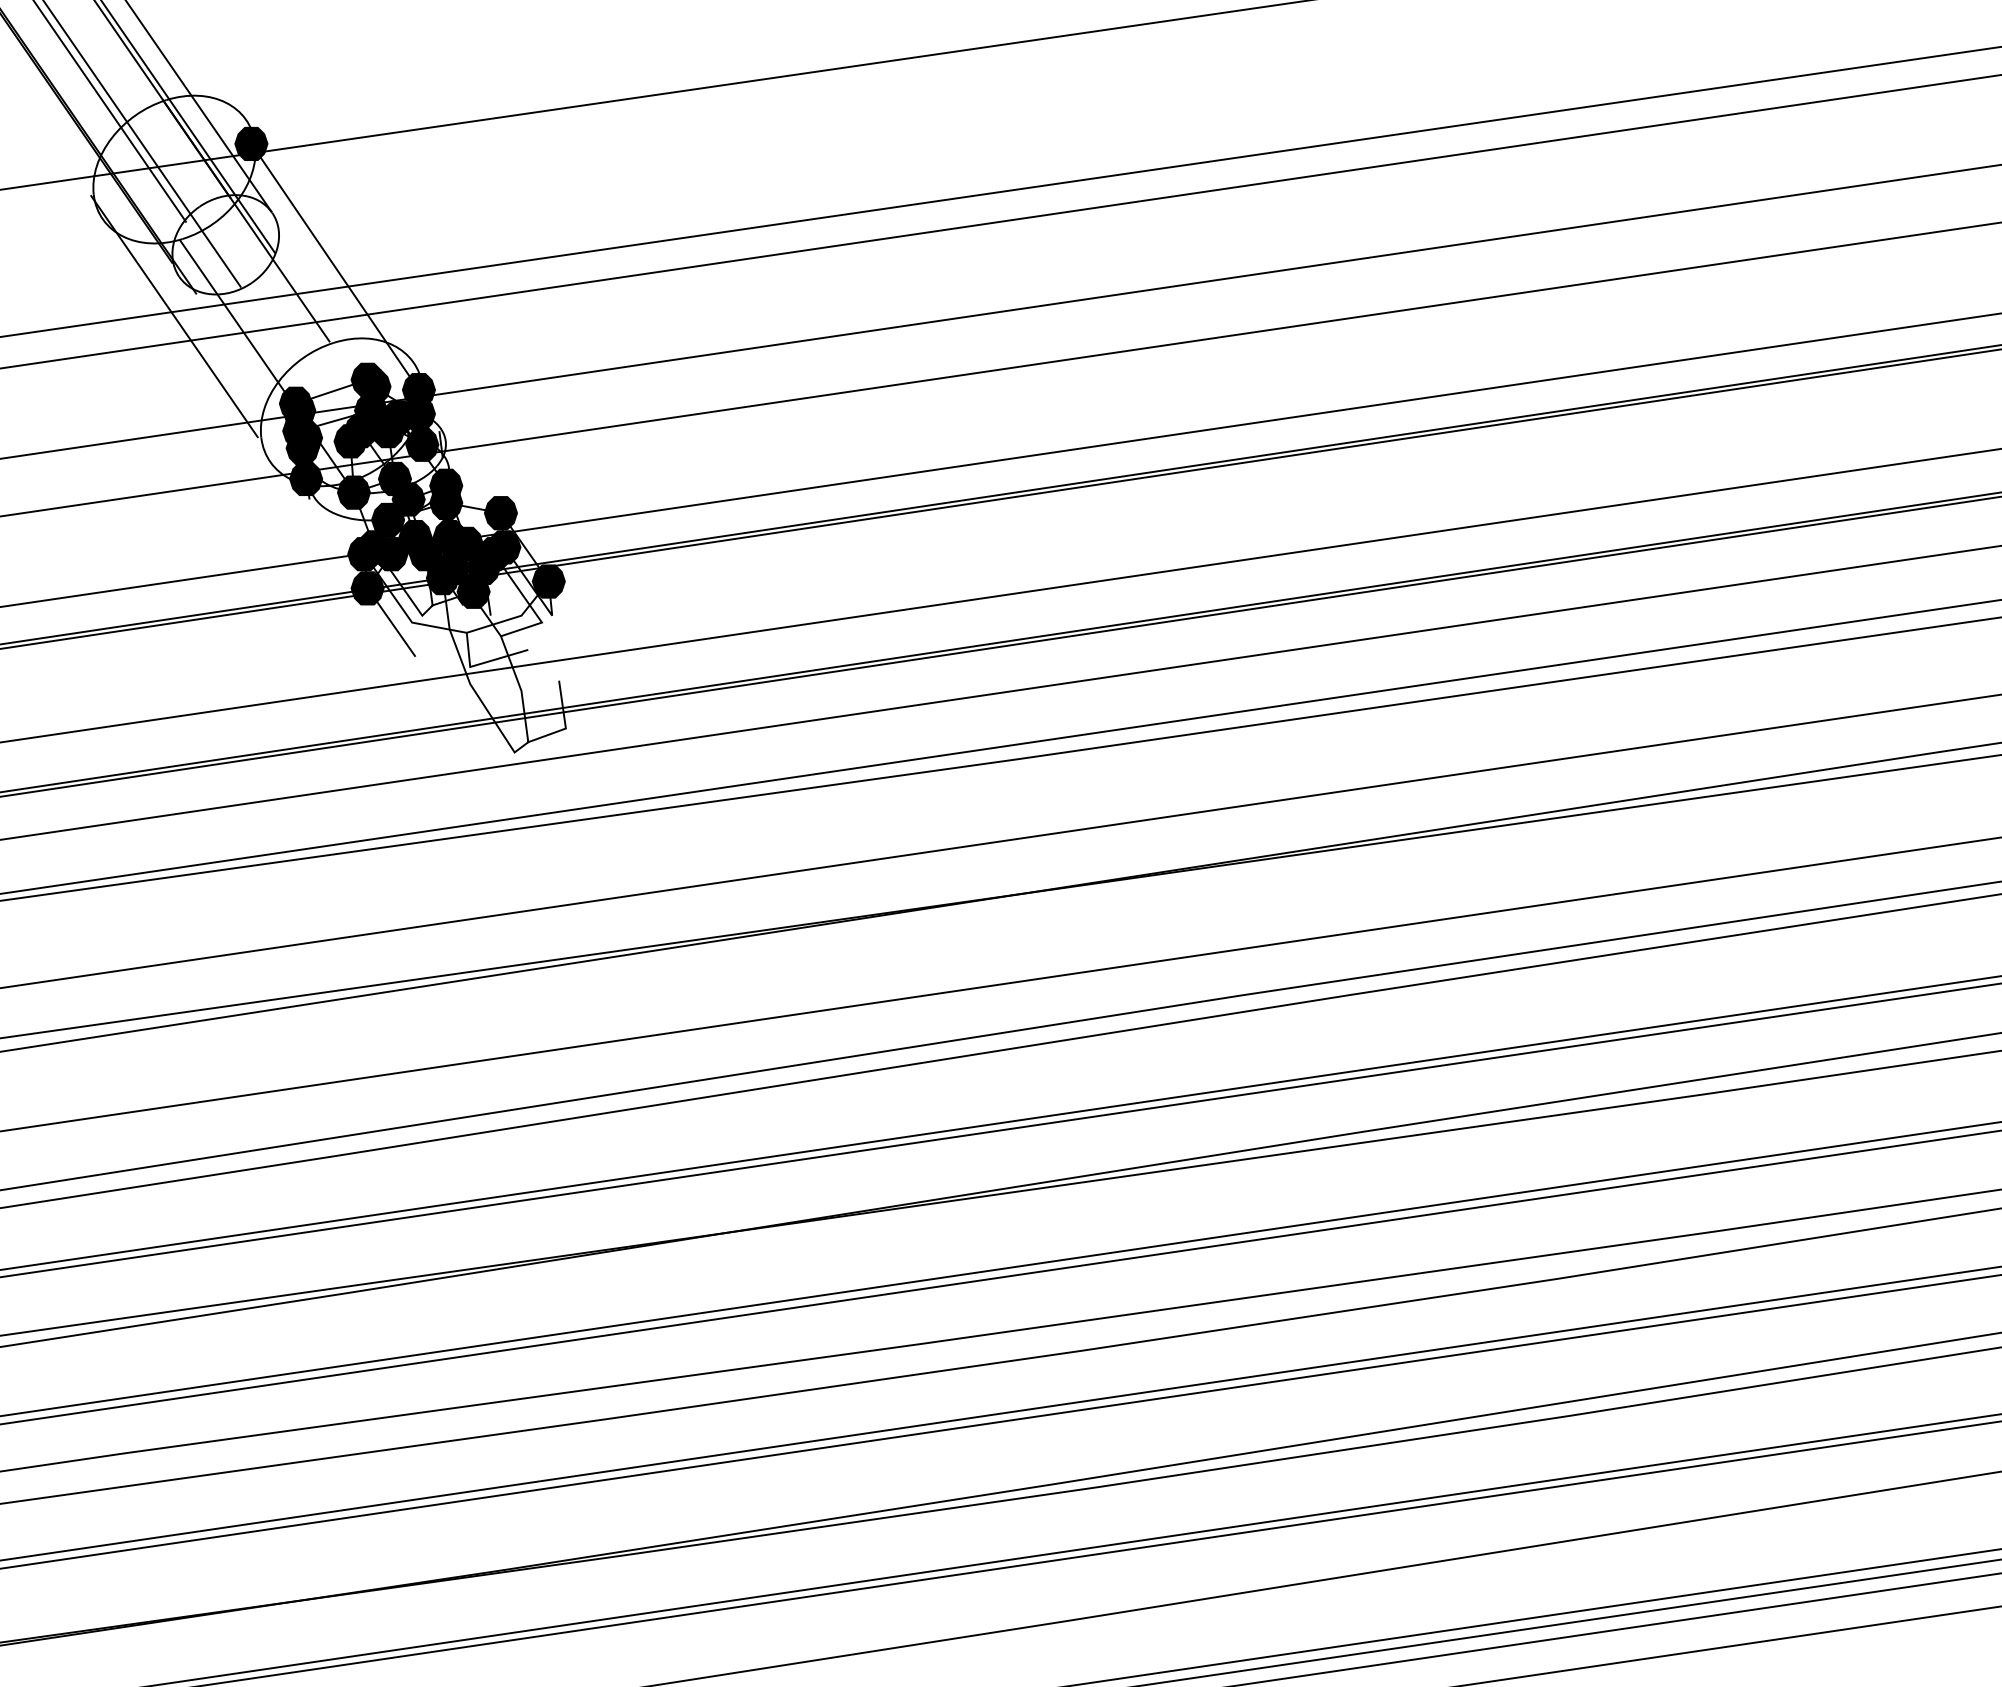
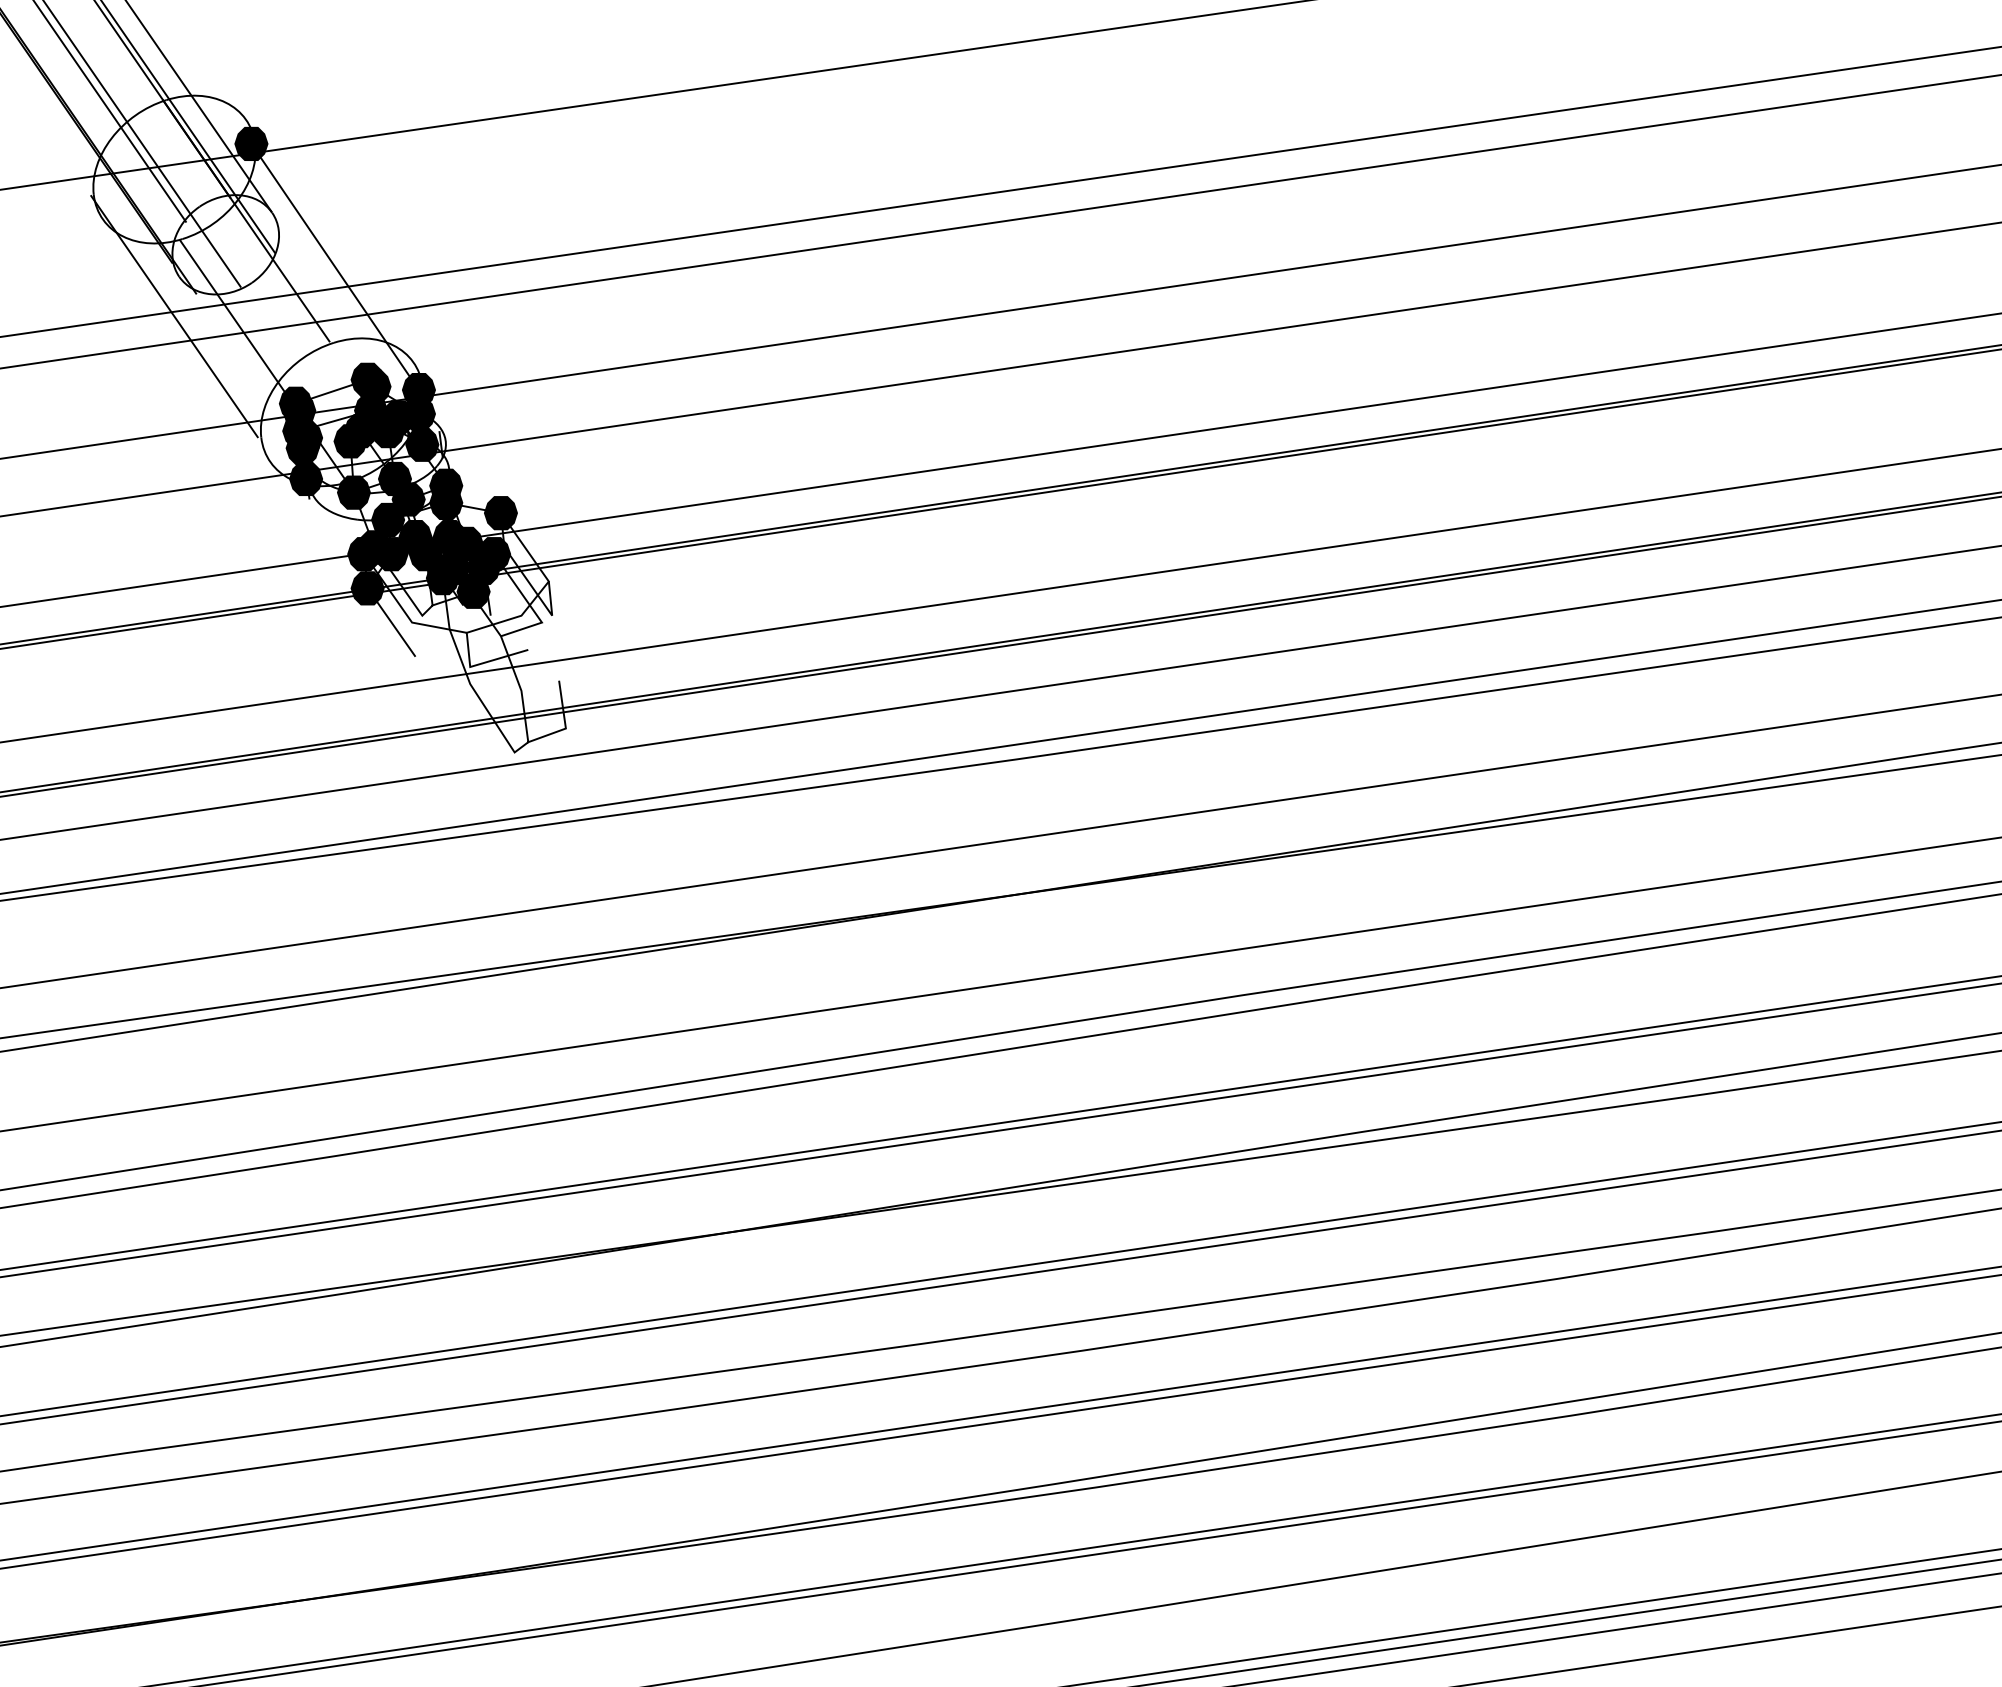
fill at (504, 547): present -> none
fill at (548, 581): present -> none
